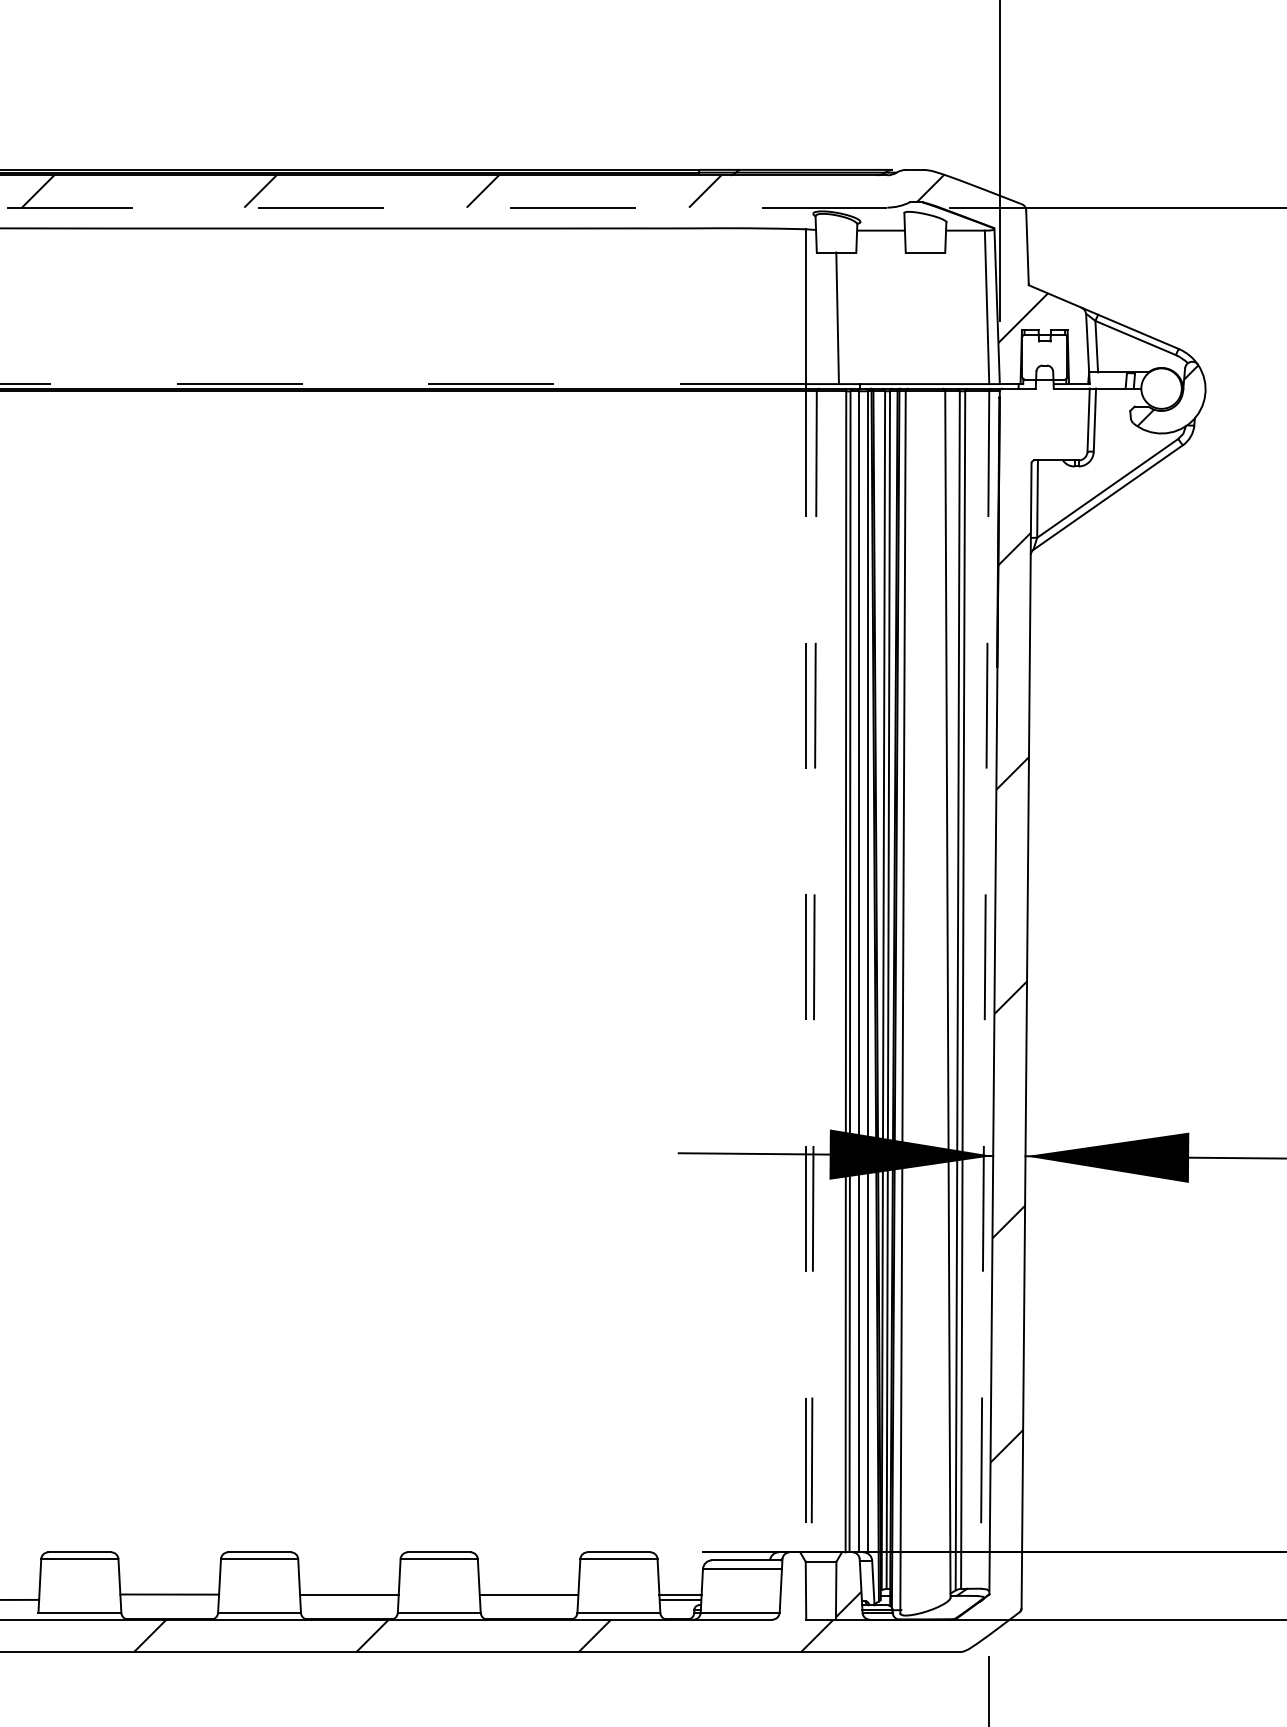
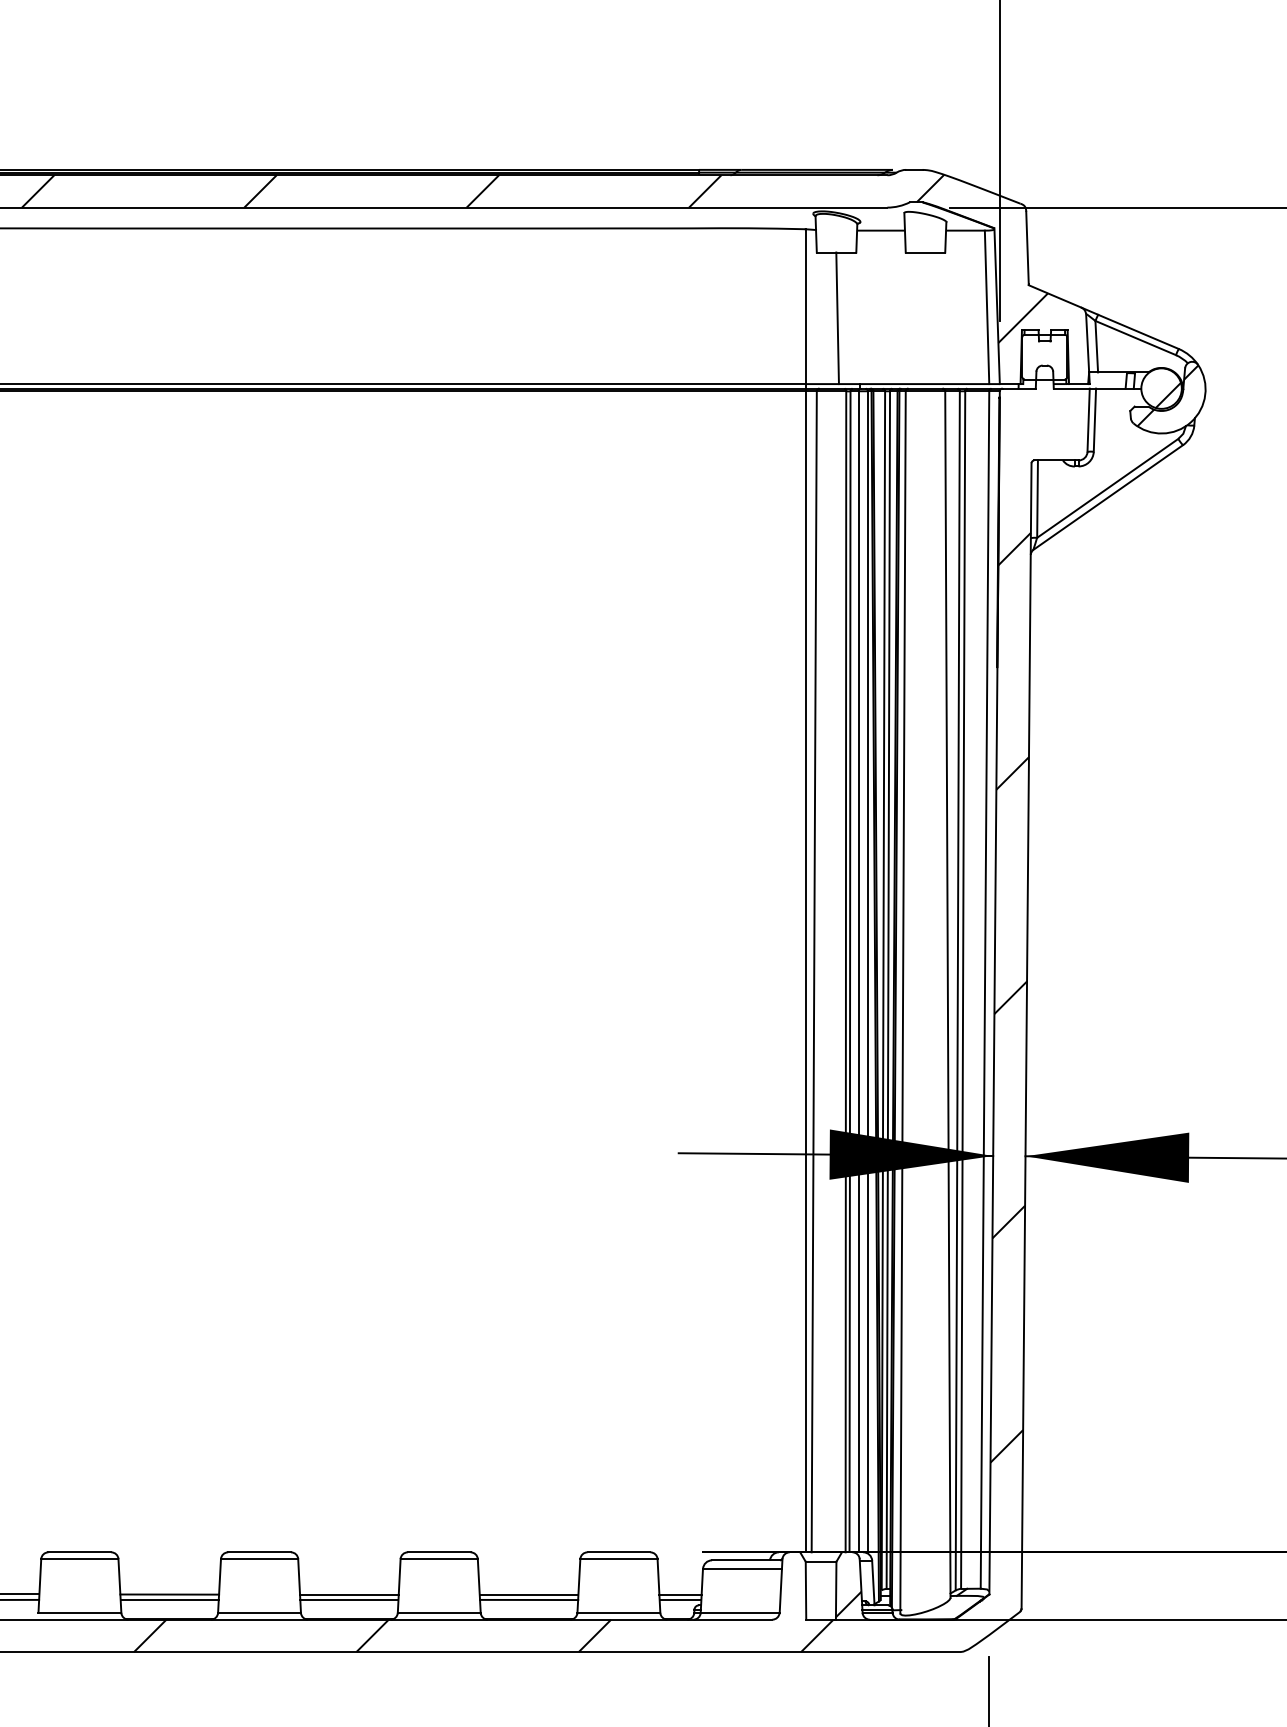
line at (443, 207): dashed -> solid
line at (402, 384): dashed -> solid
hatch at (1167, 395): none -> present
line at (805, 971): dashed -> solid
line at (814, 971): dashed -> solid
line at (984, 989): dashed -> solid
line at (20, 1594): none -> present
line at (169, 1599): none -> present
line at (349, 1599): none -> present
line at (528, 1599): none -> present
